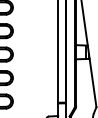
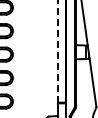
line at (58, 51): solid -> dashed
